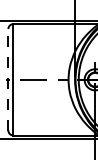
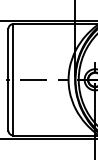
line at (8, 79): dashed -> solid
